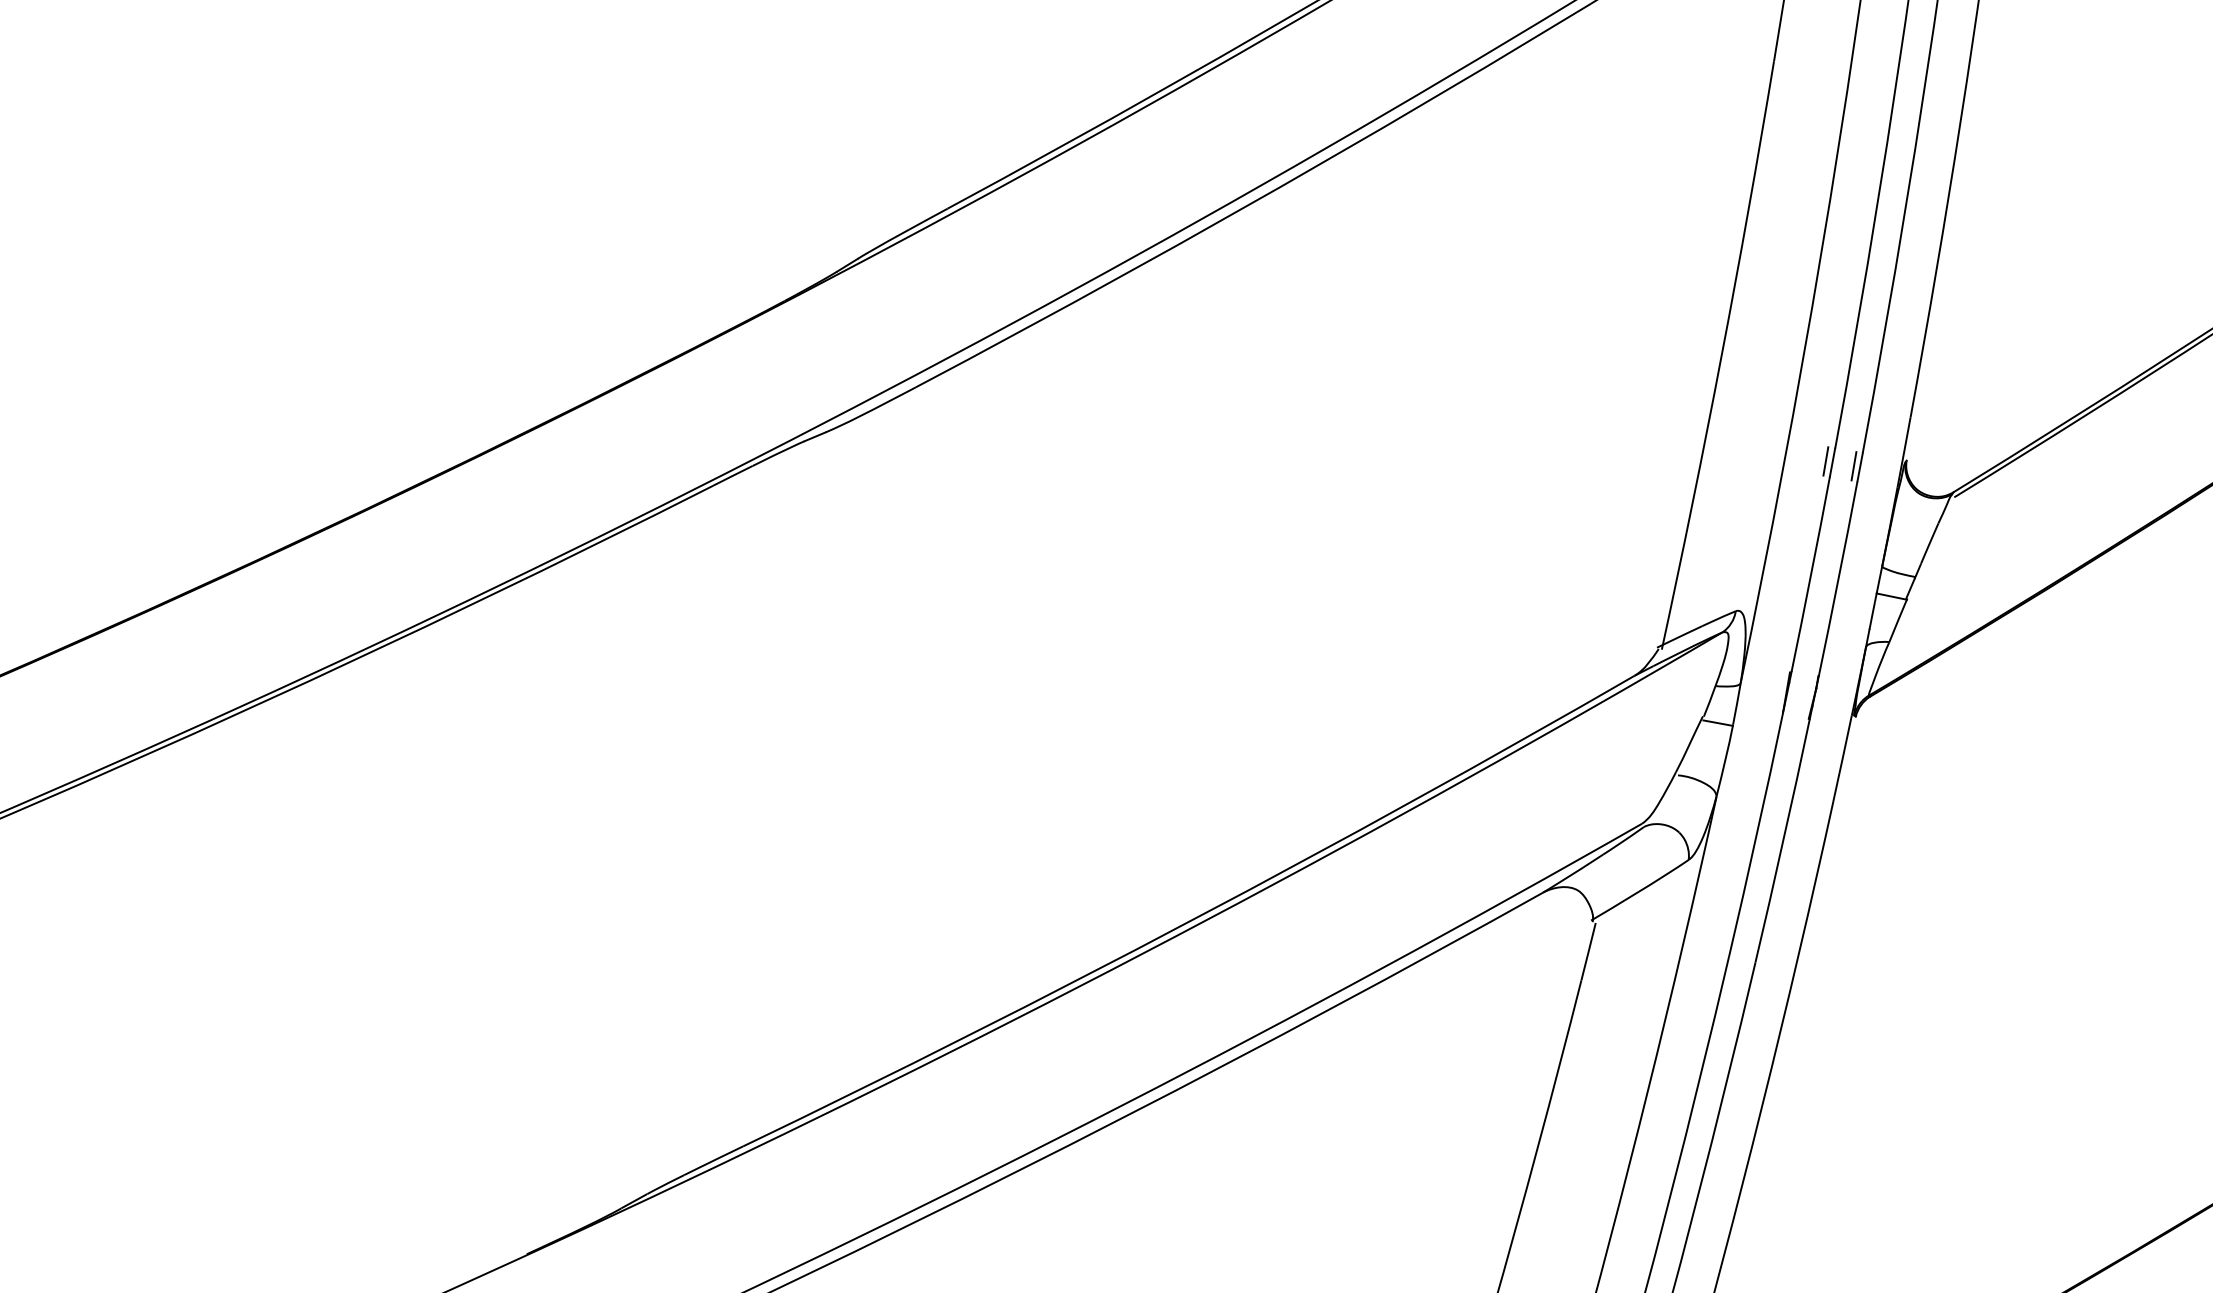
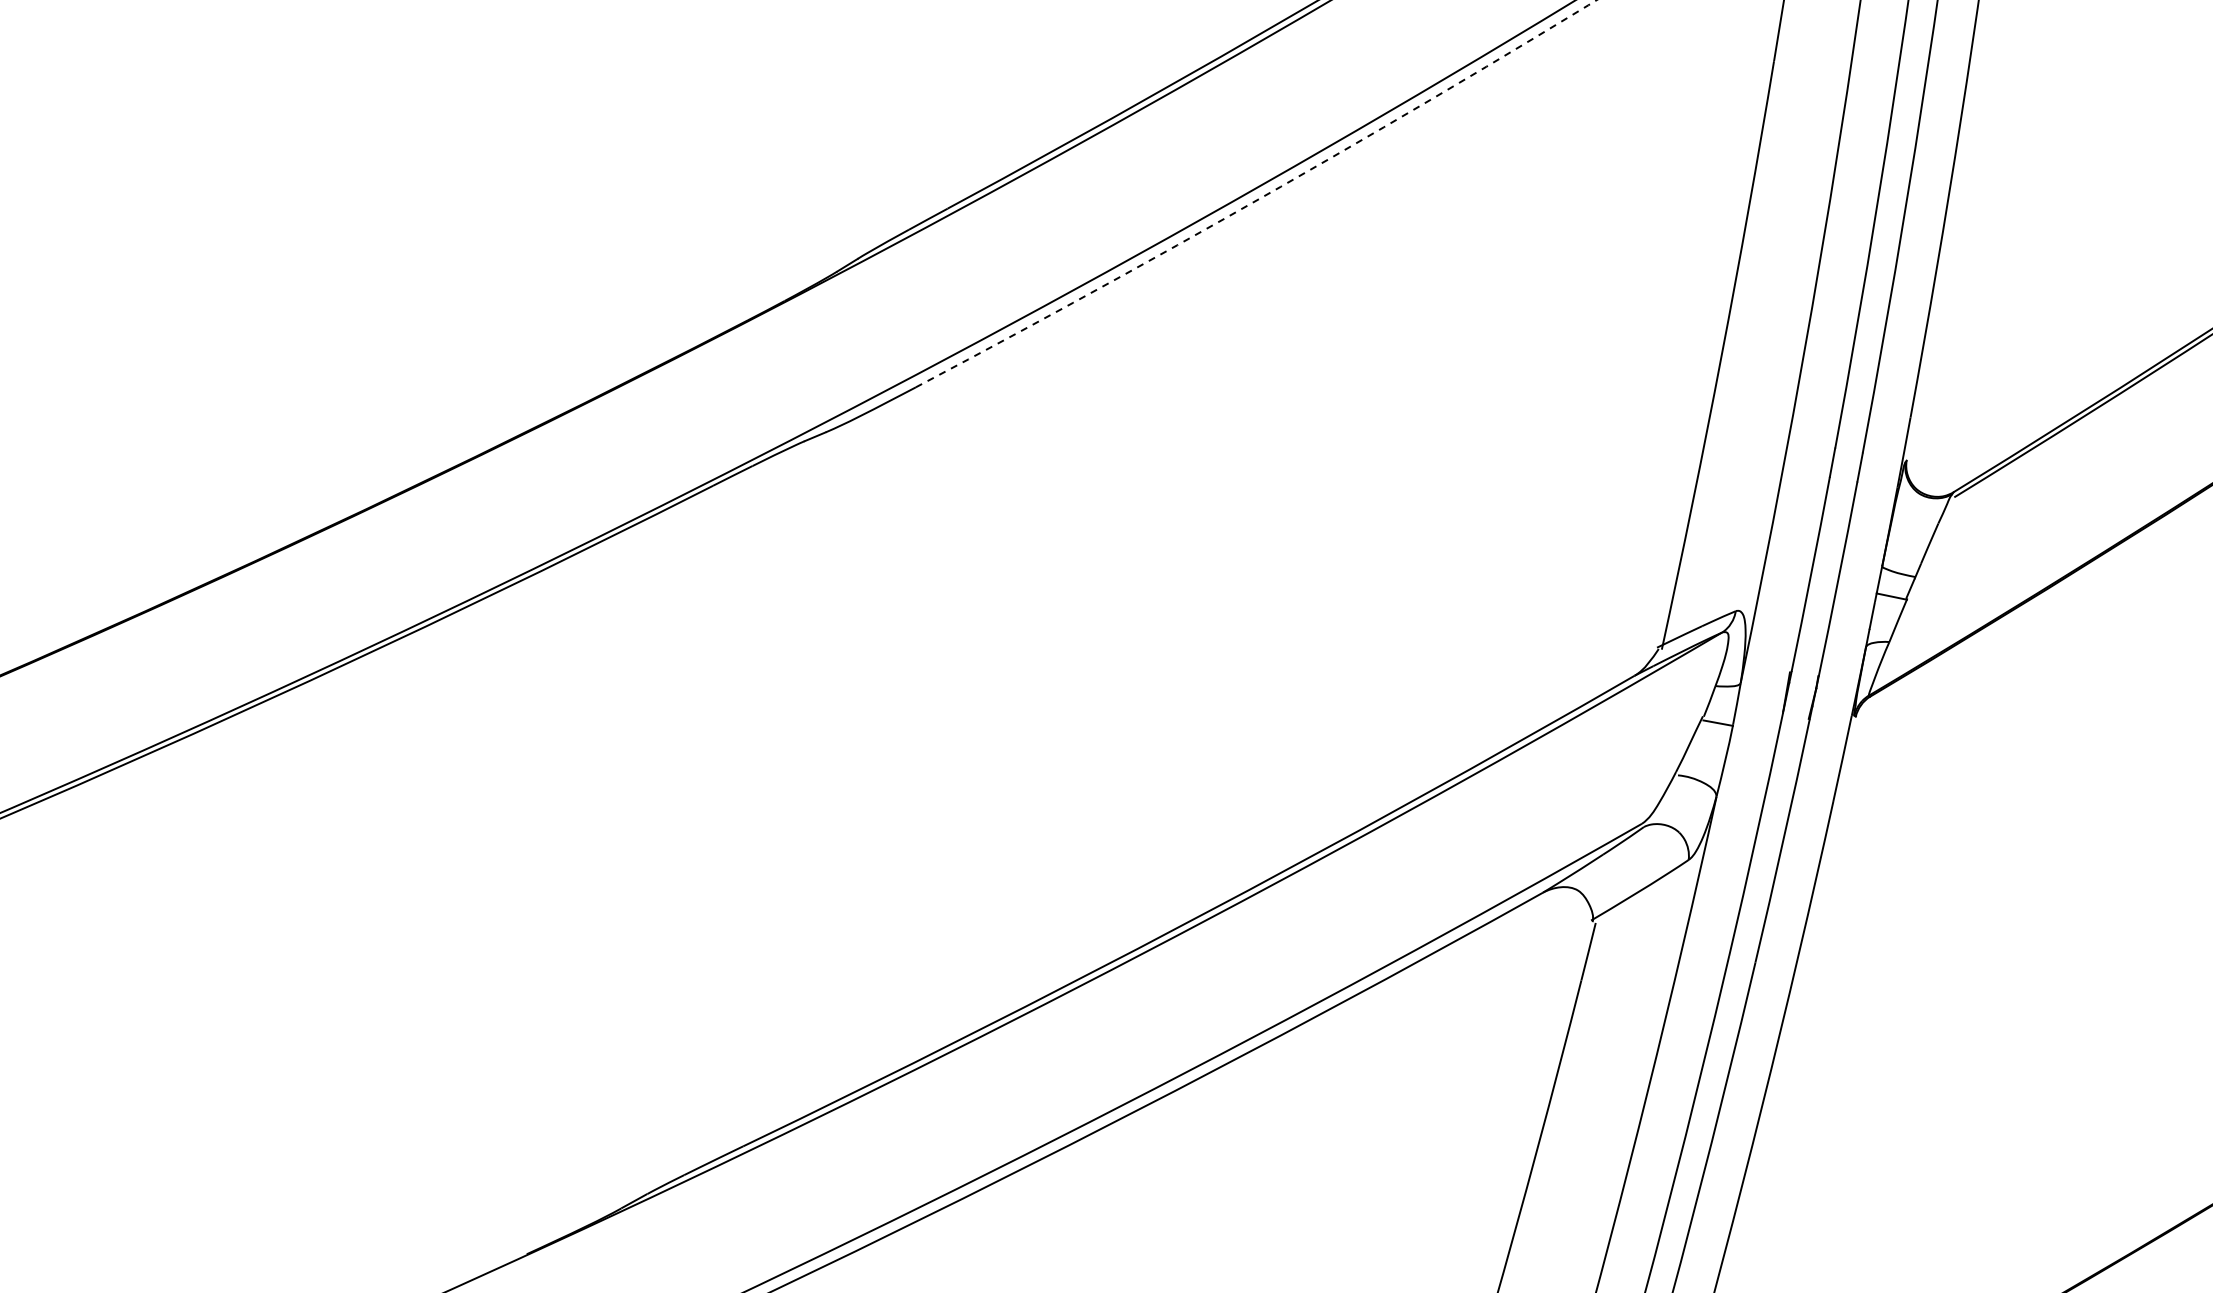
arc at (1260, 198): solid -> dashed
line at (1825, 461): present -> none
line at (1853, 466): present -> none
